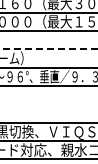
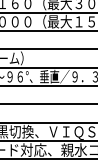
line at (49, 49): dashed -> solid
line at (48, 104): none -> present
